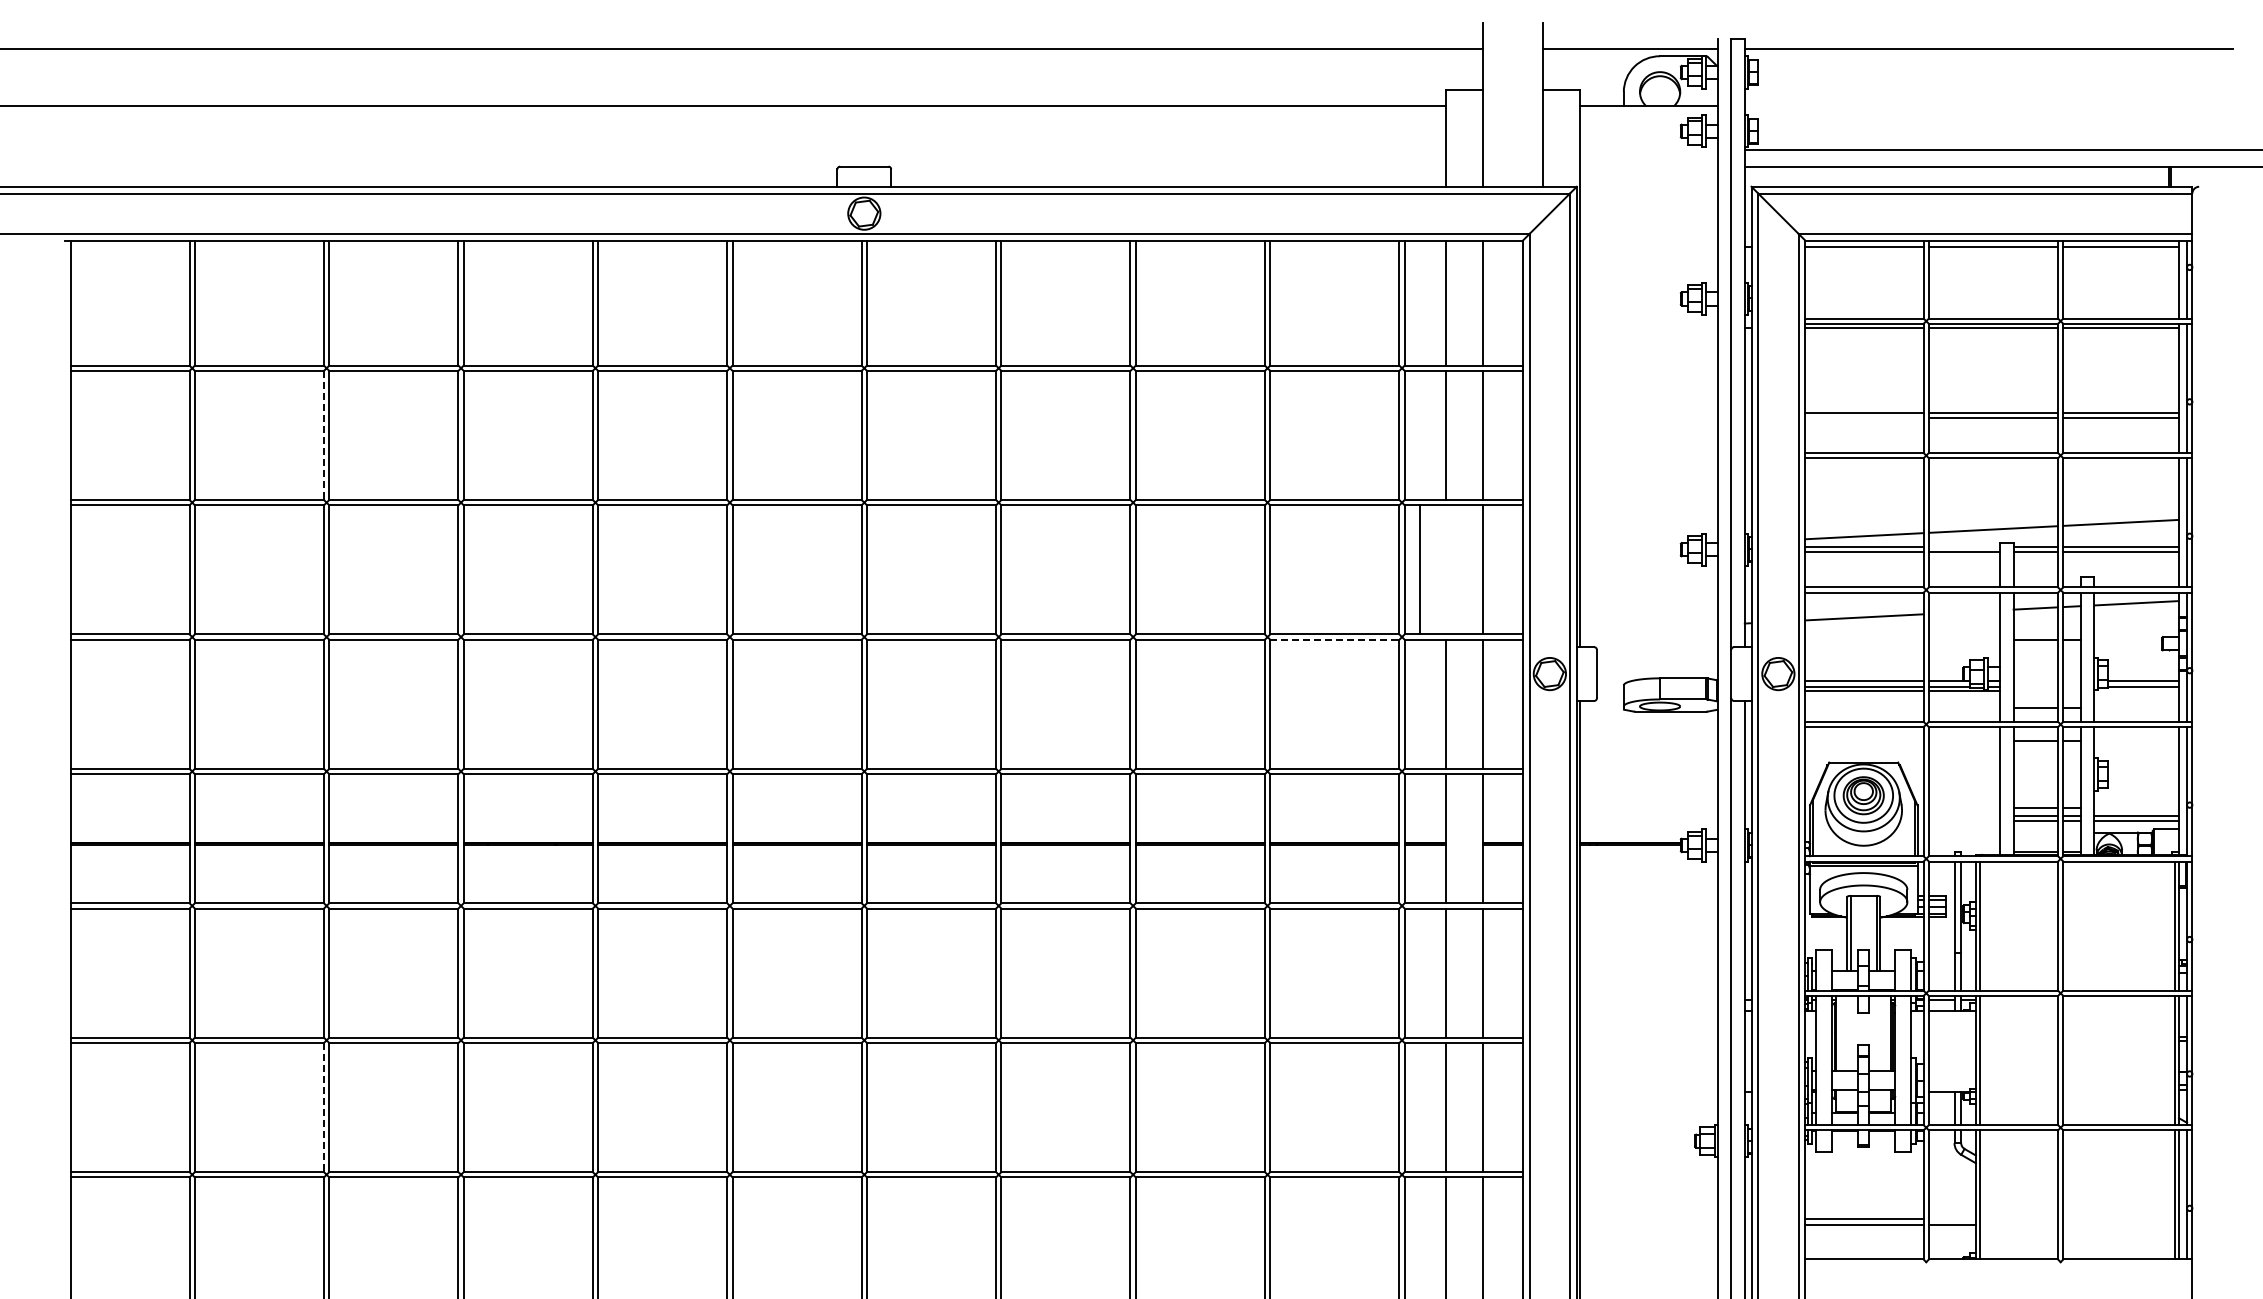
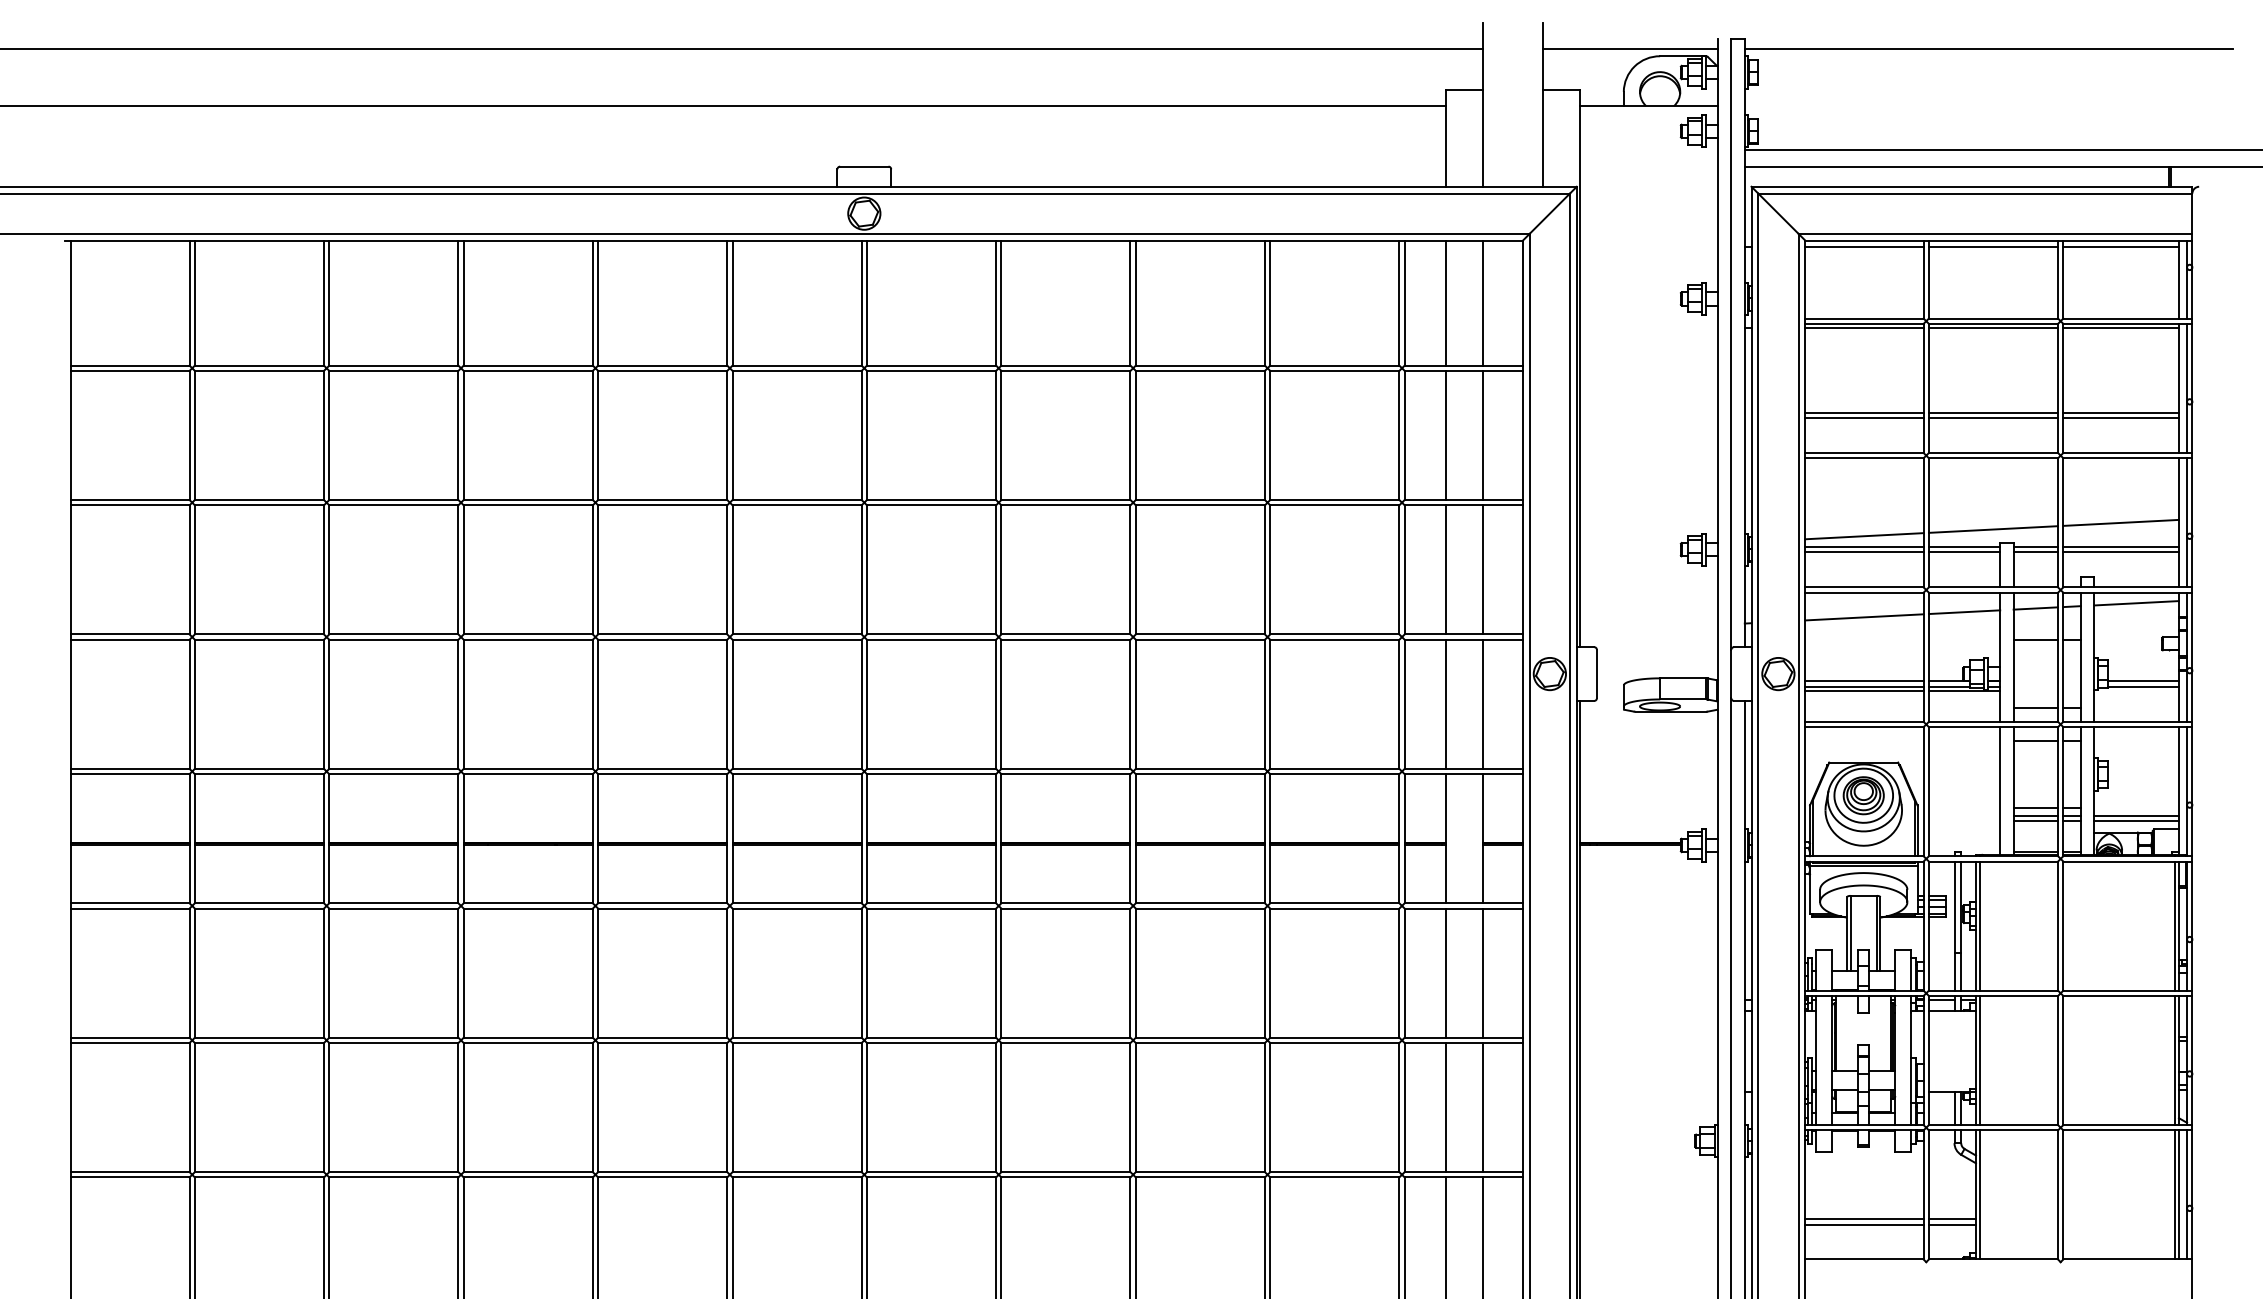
line at (1864, 417): none -> present
line at (323, 435): dashed -> solid
line at (1964, 547): none -> present
line at (1419, 569) position: (1419, 569) -> (1445, 569)
line at (1964, 612): none -> present
line at (1334, 639): dashed -> solid
line at (323, 1107): dashed -> solid
line at (1952, 1219): none -> present
